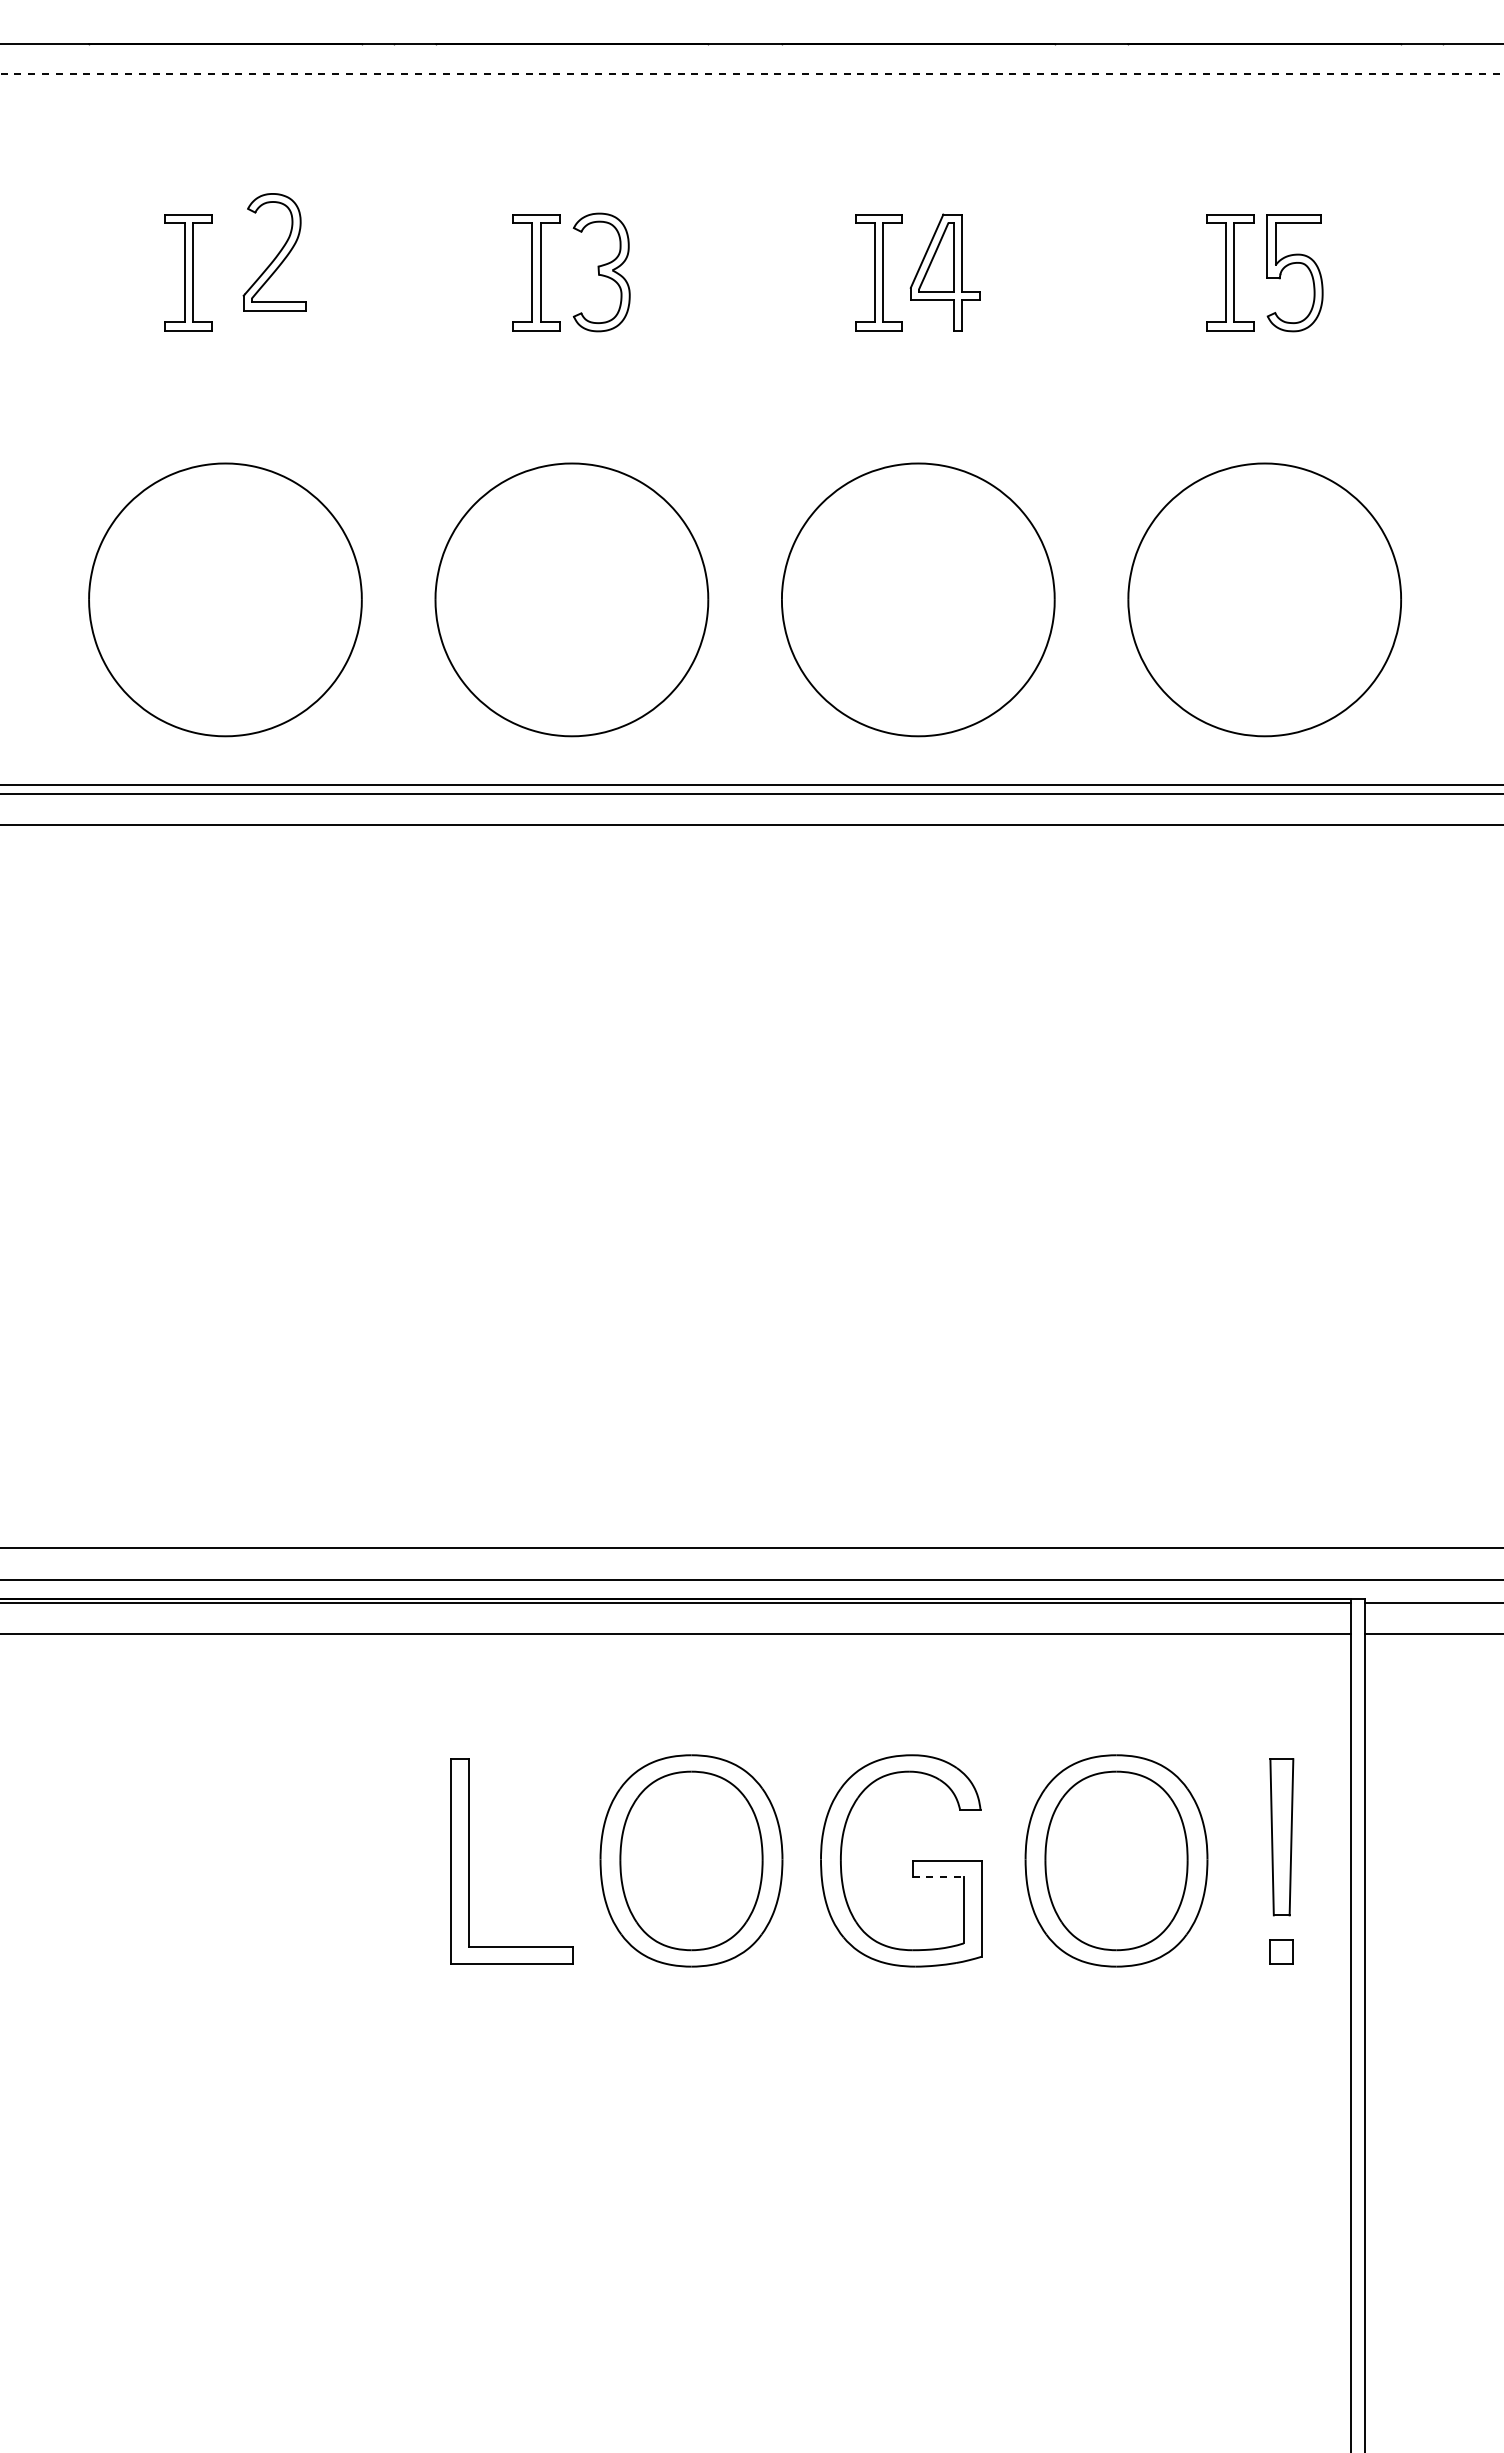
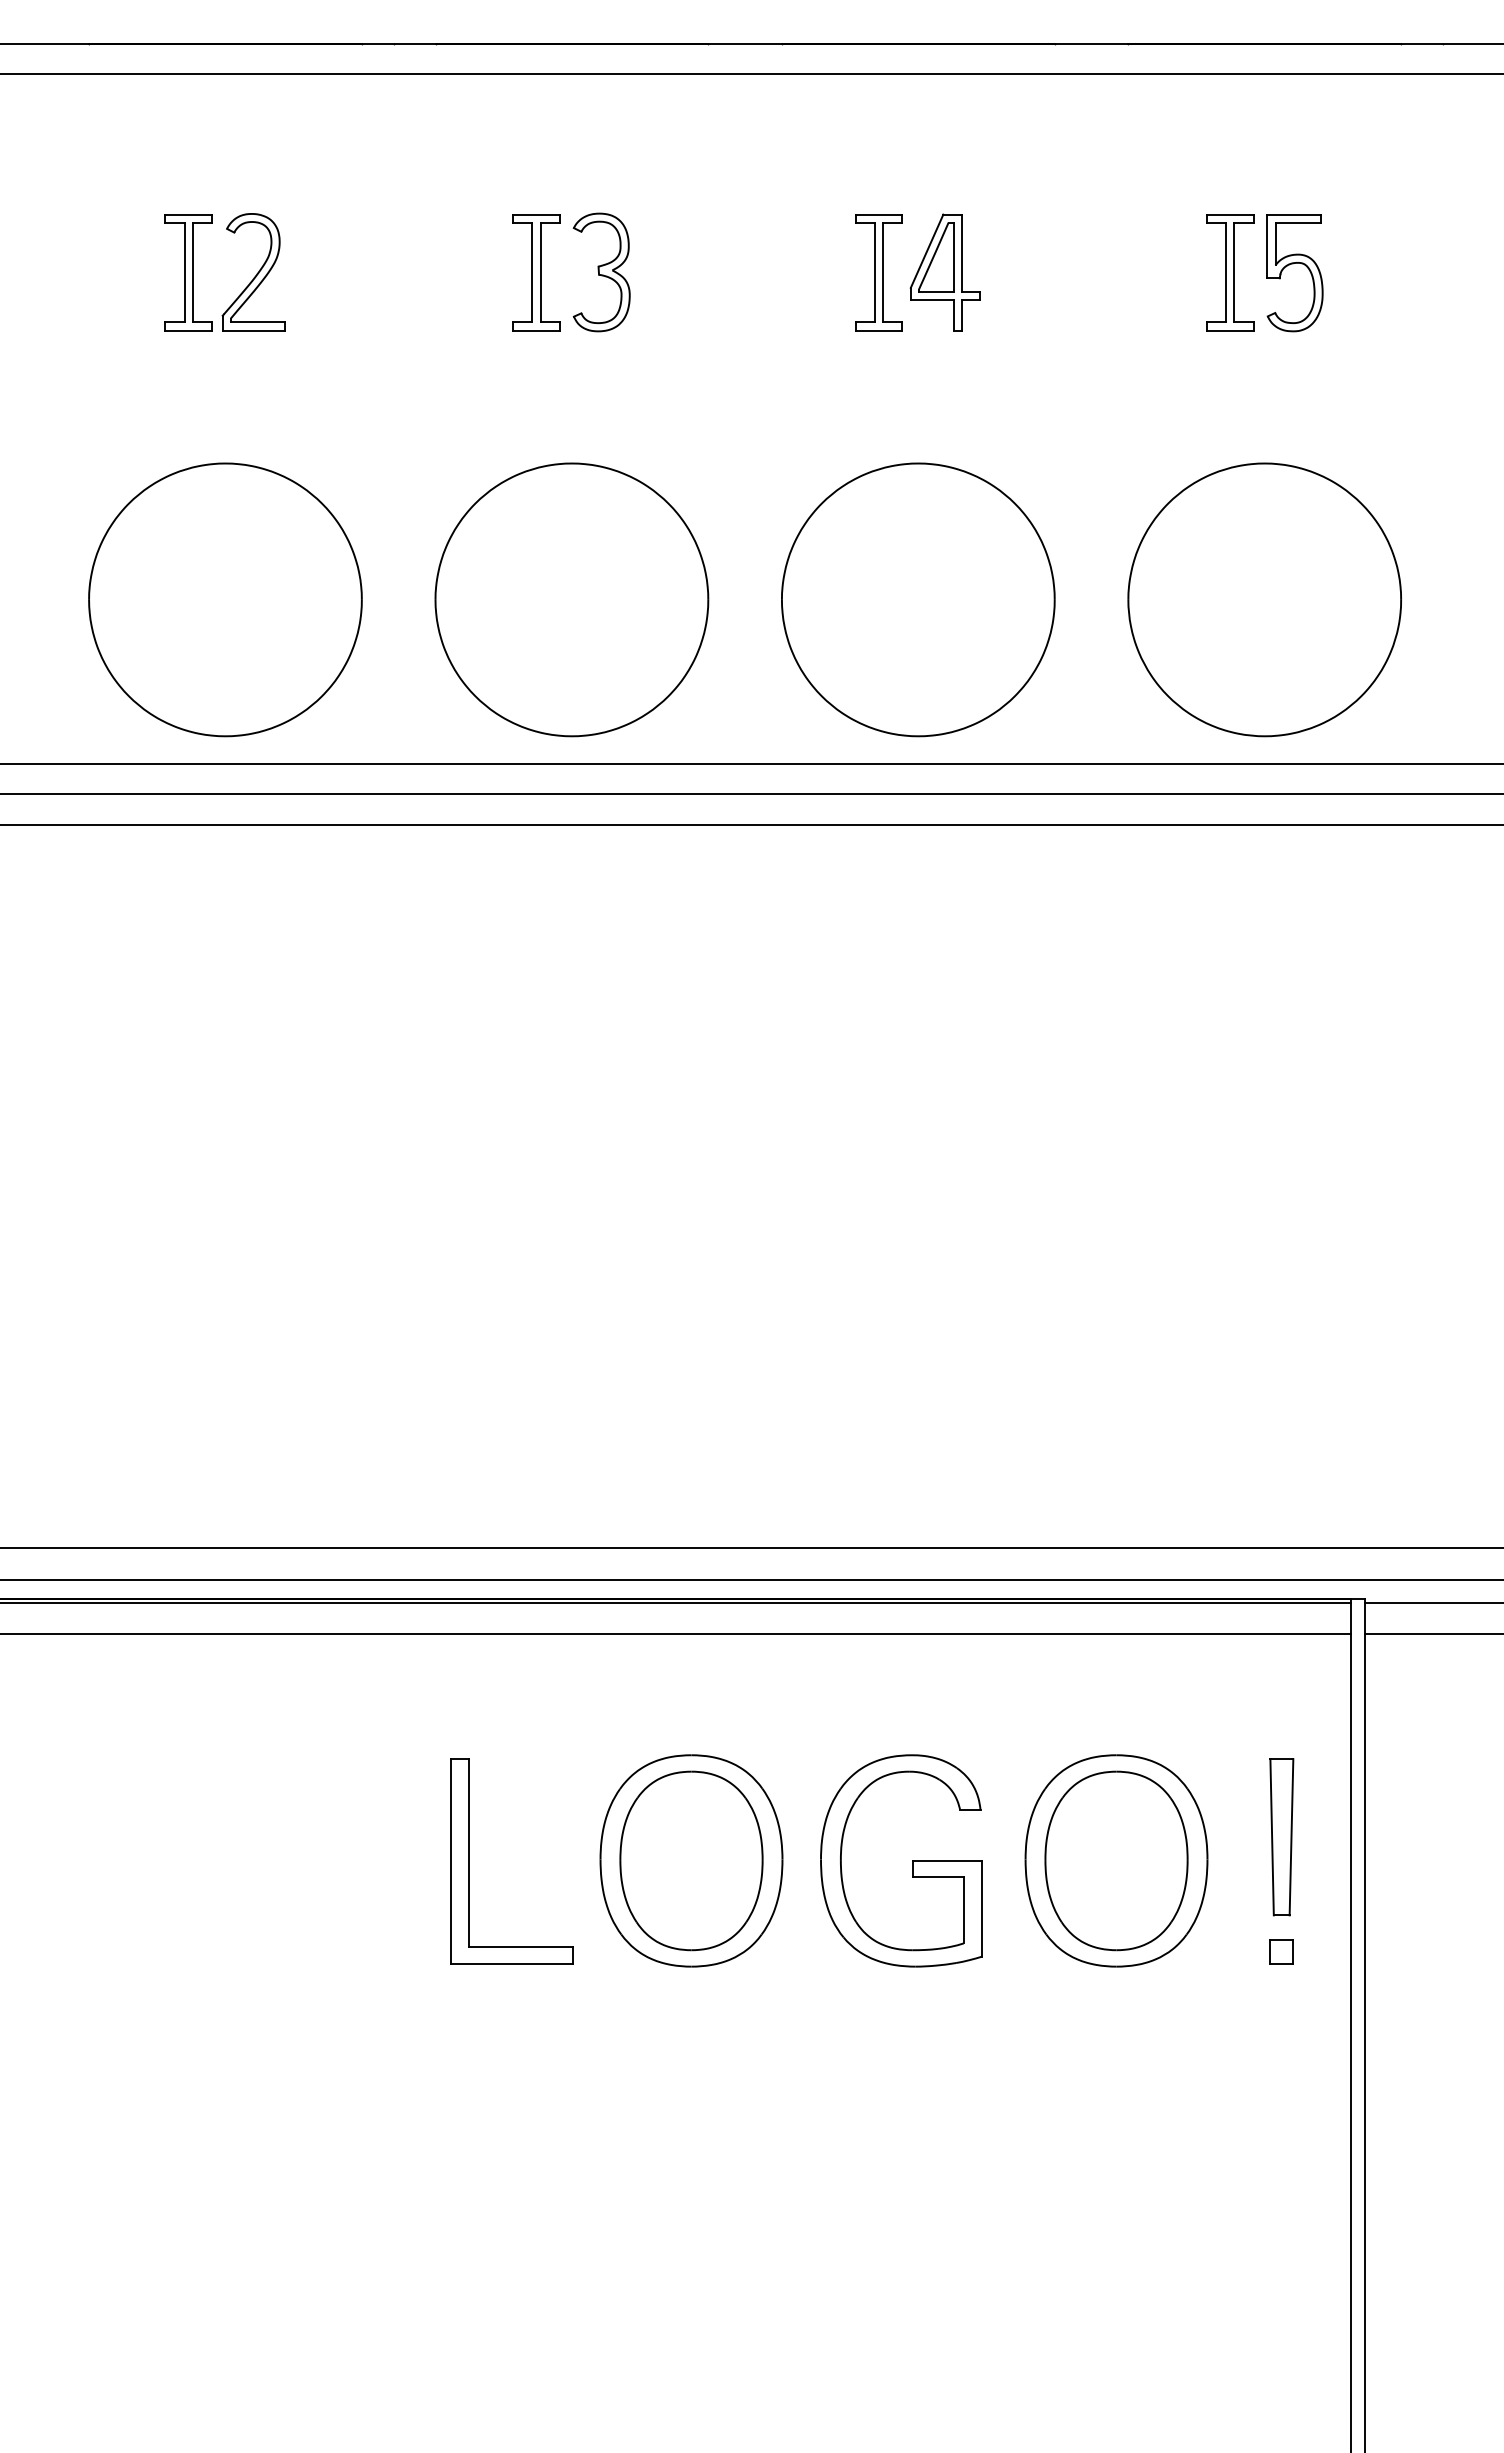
line at (752, 73): dashed -> solid
part at (274, 252) position: (274, 252) -> (253, 272)
line at (751, 784) position: (751, 784) -> (751, 763)
line at (938, 1877): dashed -> solid
